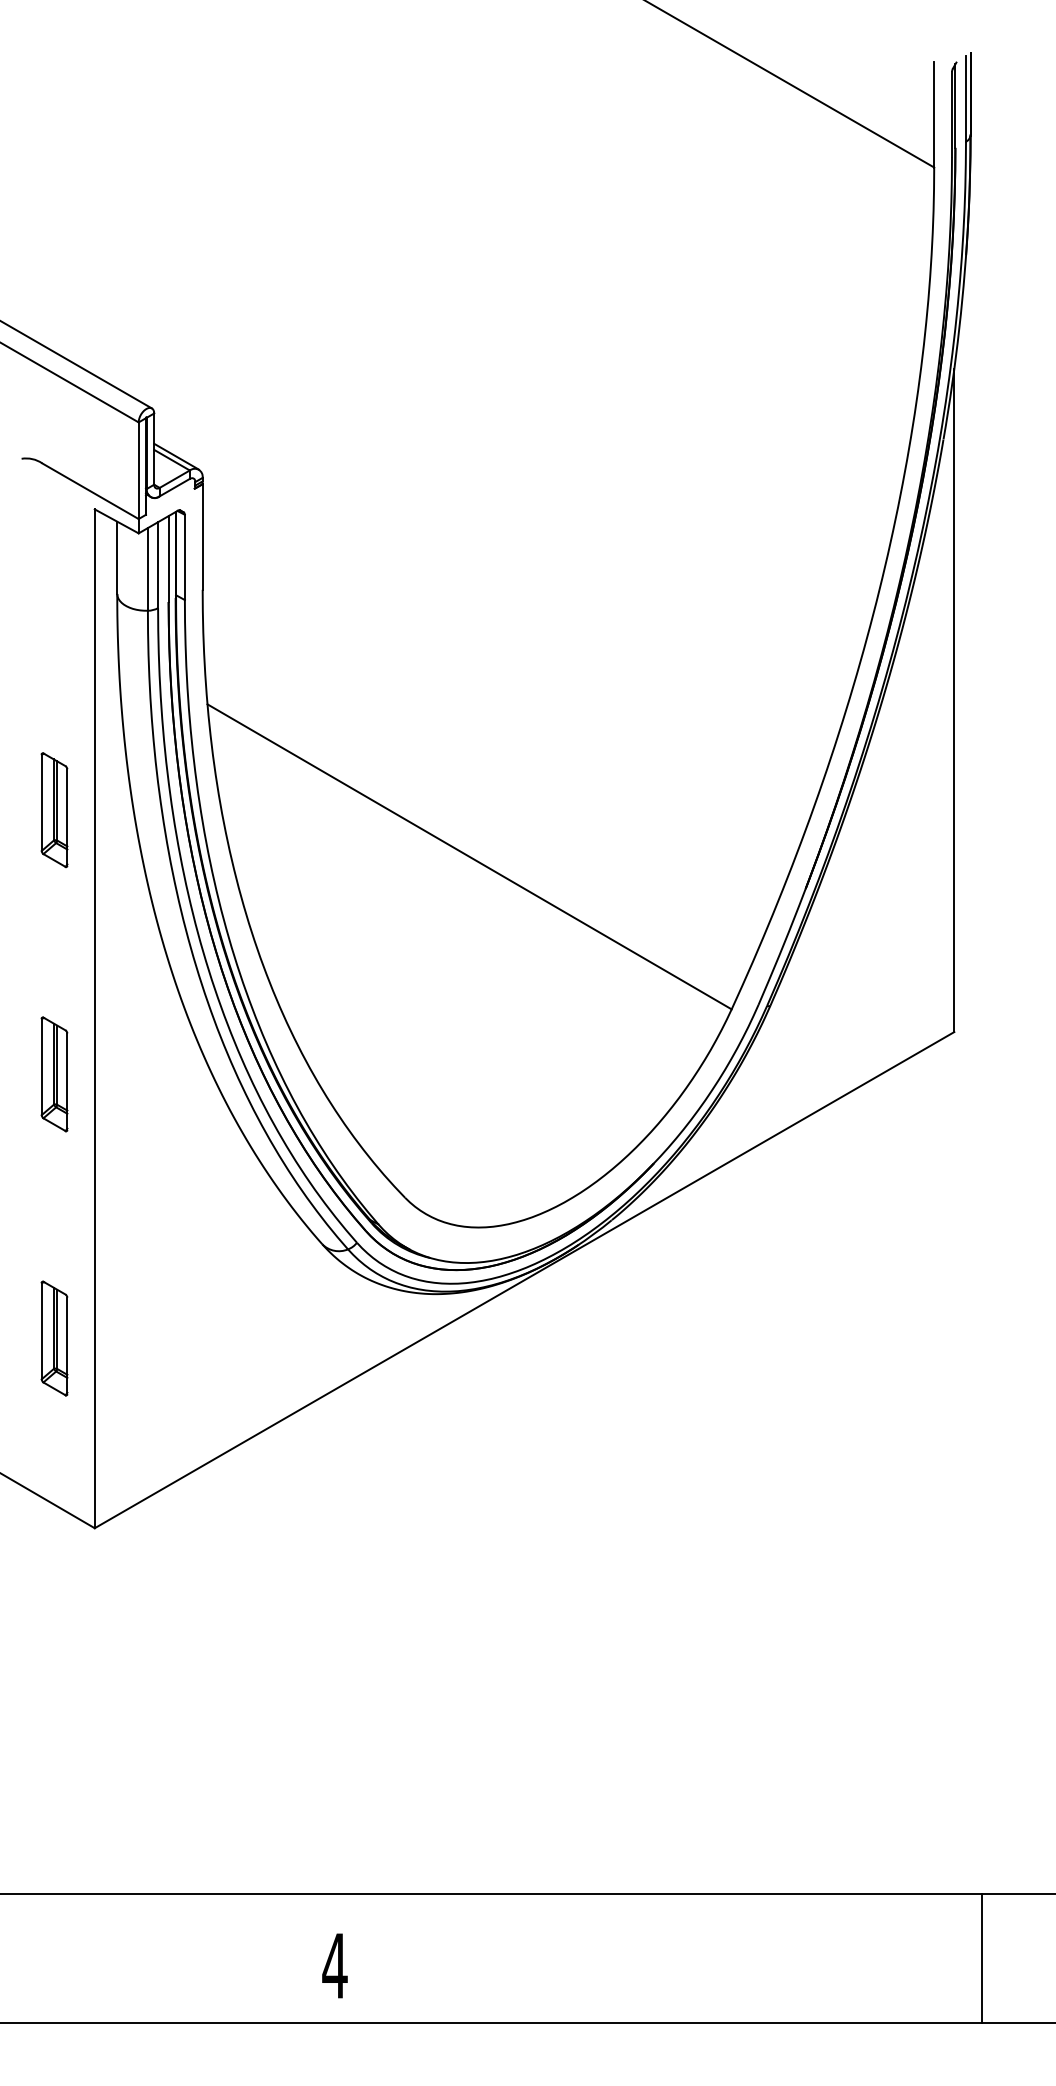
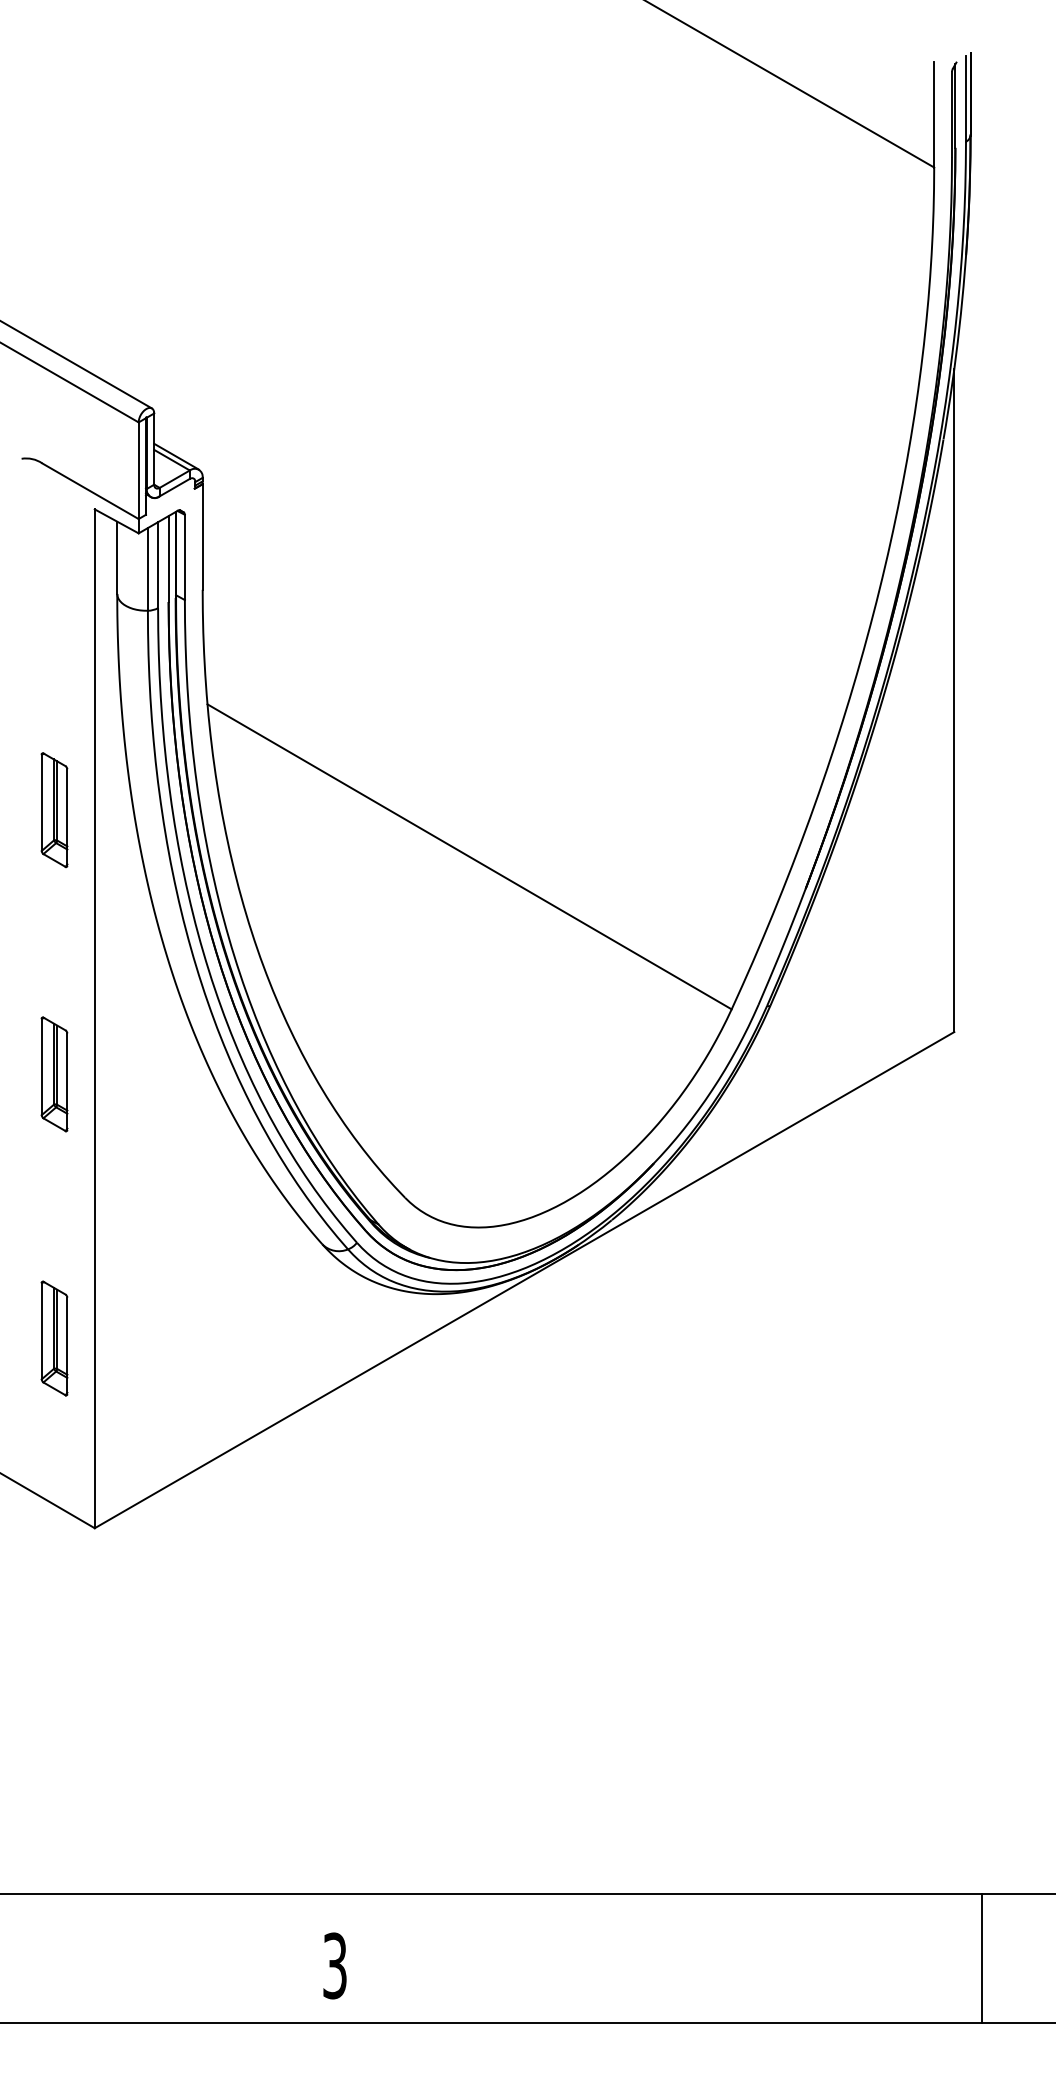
text at (334, 1965): 4 -> 3
